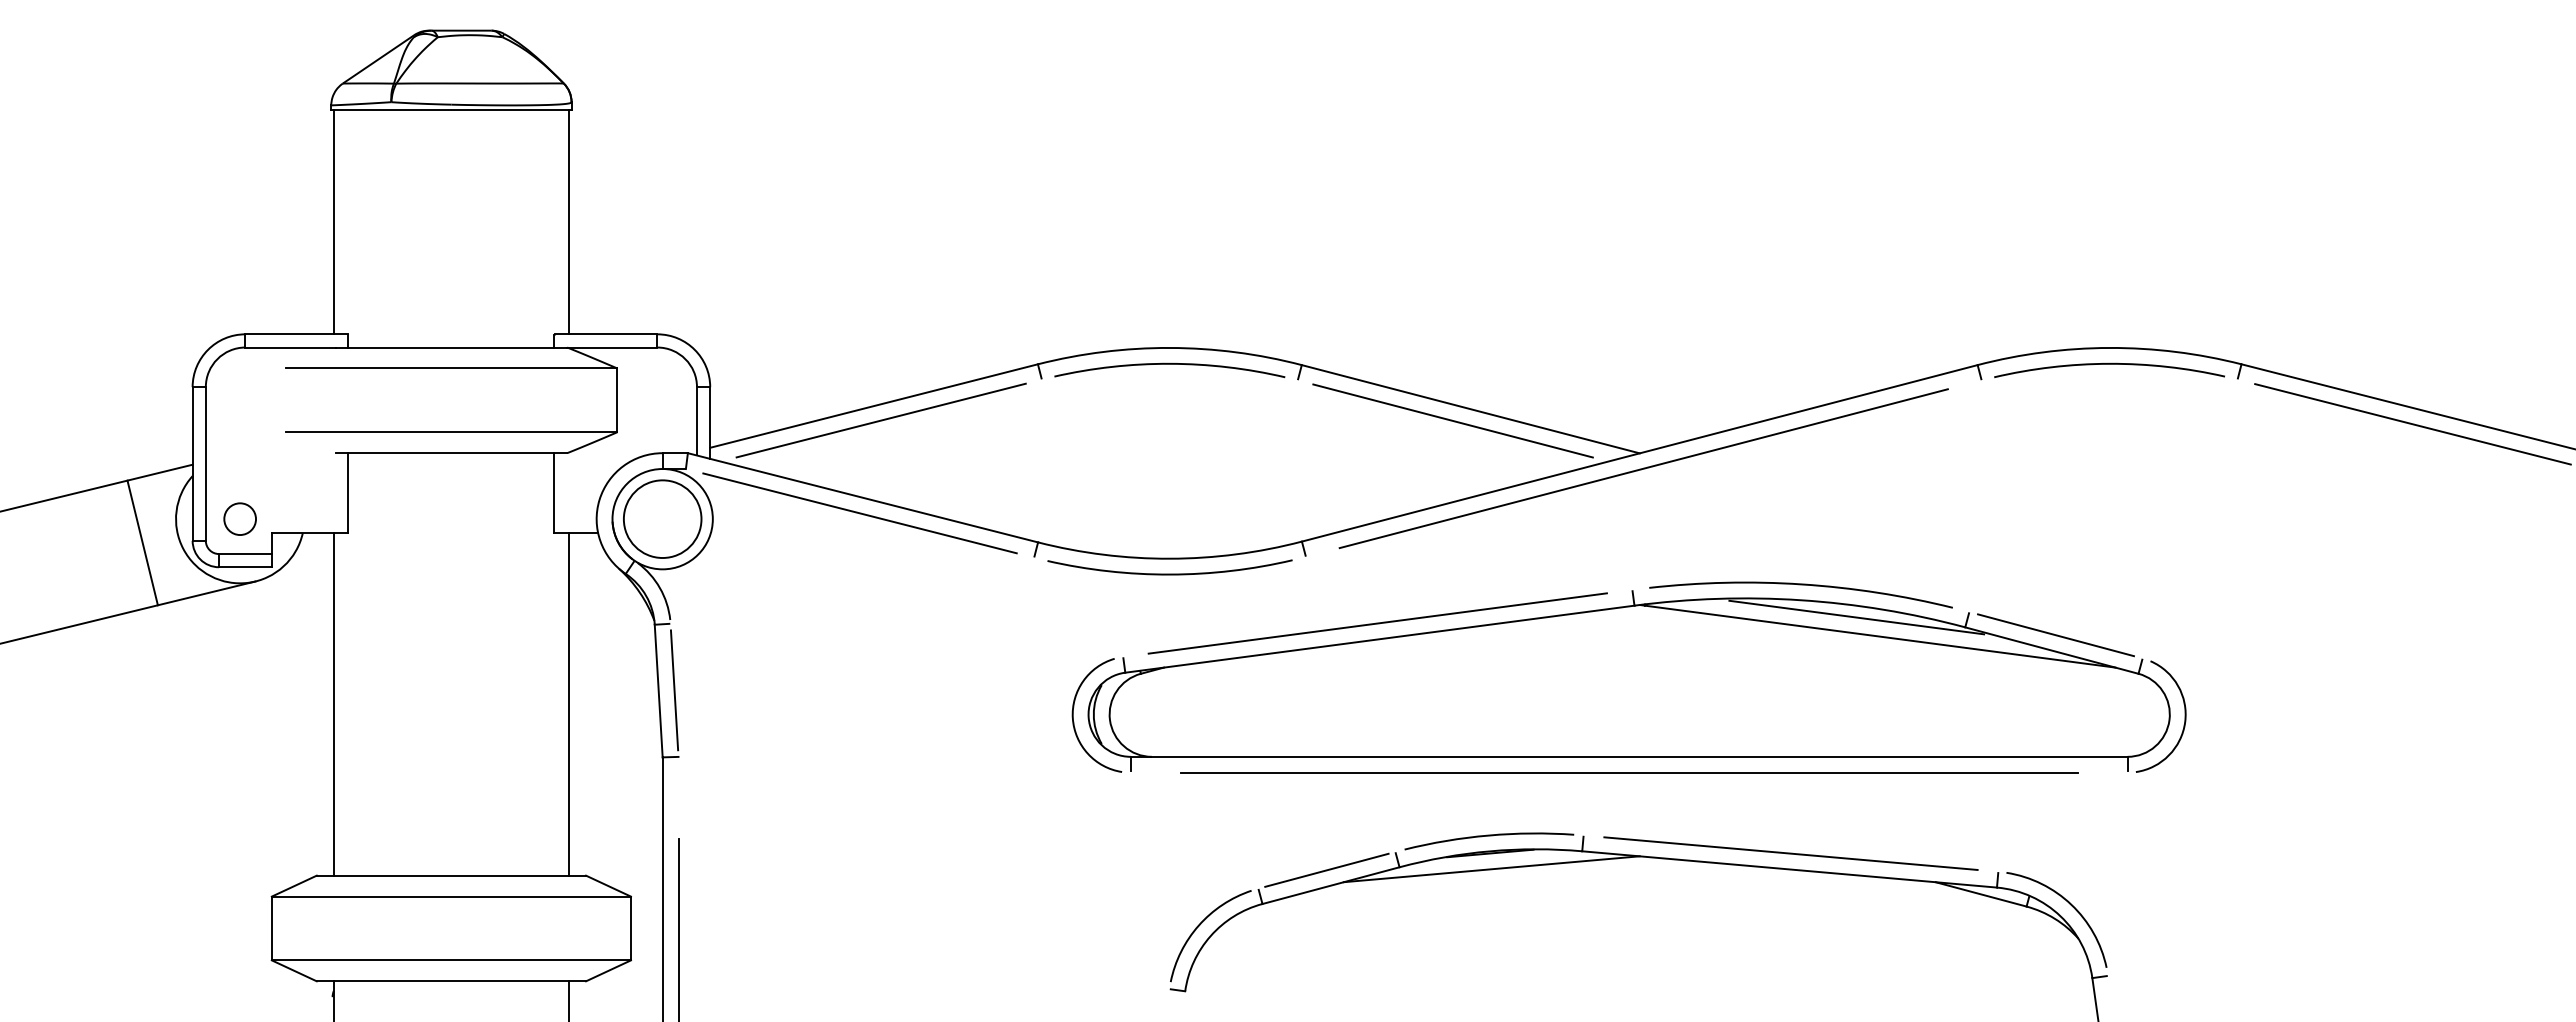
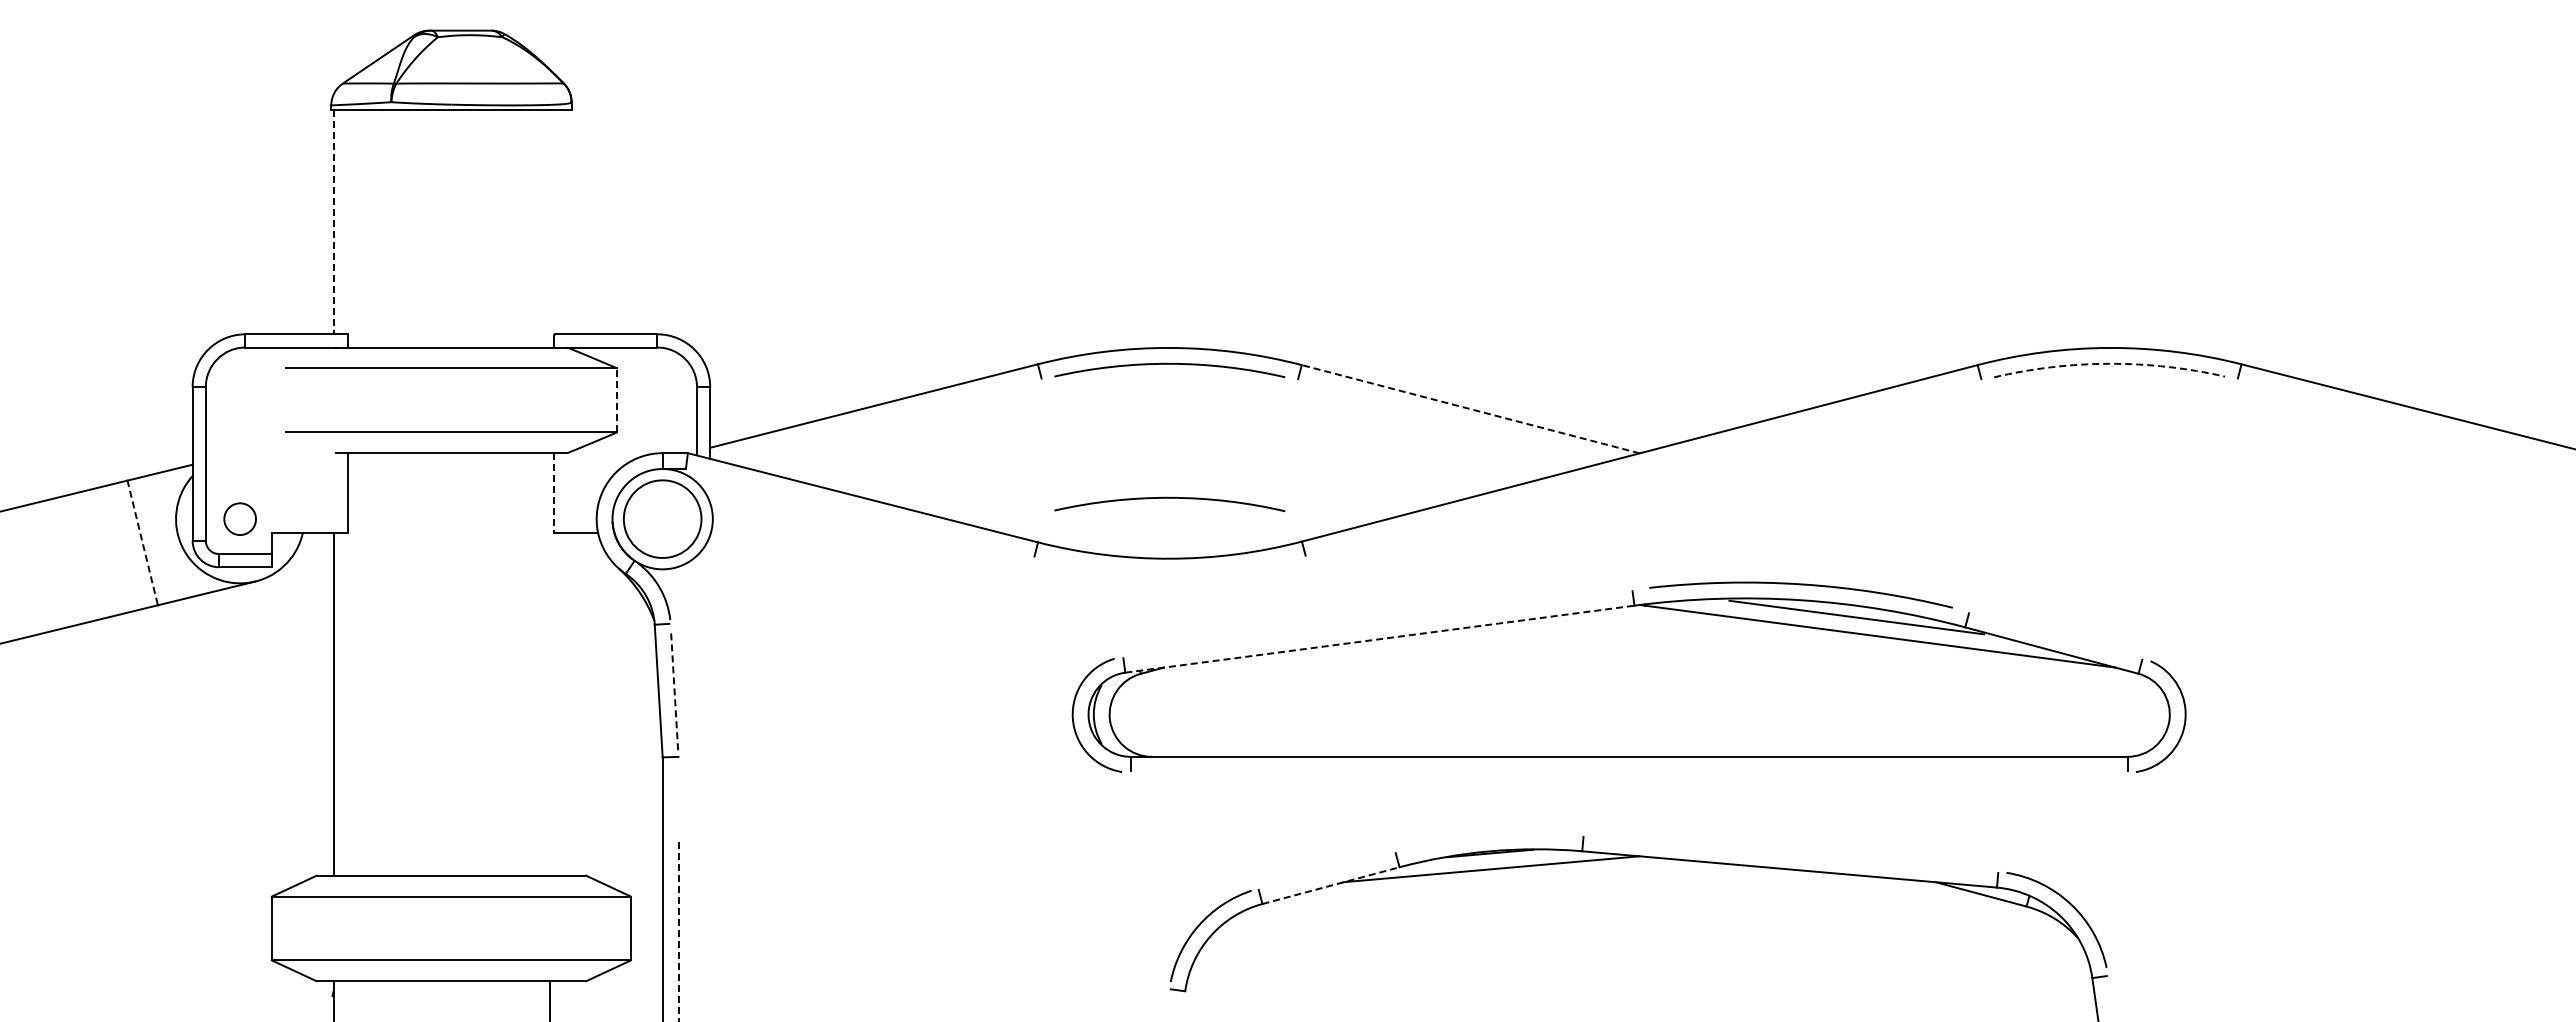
line at (568, 221): present -> none
line at (333, 222): solid -> dashed
arc at (2109, 363): solid -> dashed
line at (617, 400): solid -> dashed
line at (1470, 409): solid -> dashed
line at (880, 420): present -> none
line at (1452, 420): present -> none
line at (2412, 424): present -> none
line at (1643, 468): present -> none
line at (554, 493): solid -> dashed
arc at (1169, 498): none -> present
line at (859, 513): present -> none
line at (142, 542): solid -> dashed
arc at (1169, 573): present -> none
line at (1377, 623): present -> none
line at (2055, 635): present -> none
line at (1379, 639): solid -> dashed
line at (674, 689): solid -> dashed
line at (568, 703): present -> none
line at (1629, 772): present -> none
arc at (1489, 836): present -> none
line at (1790, 853): present -> none
line at (1326, 869): present -> none
line at (1331, 885): solid -> dashed
line at (678, 929): solid -> dashed
line at (568, 999) position: (568, 999) -> (549, 999)
